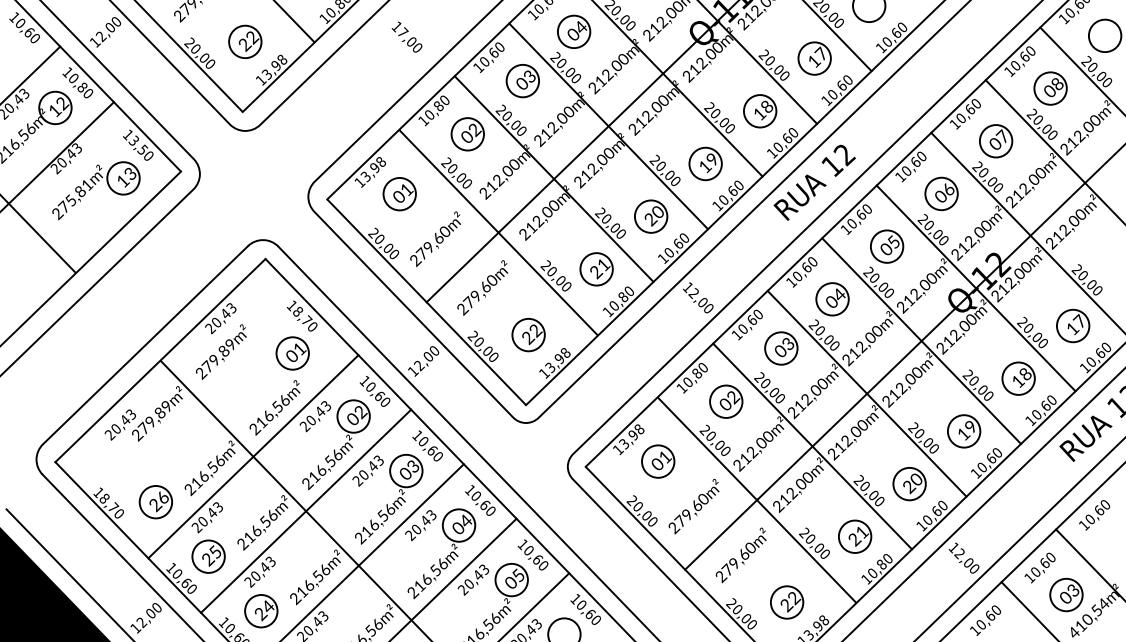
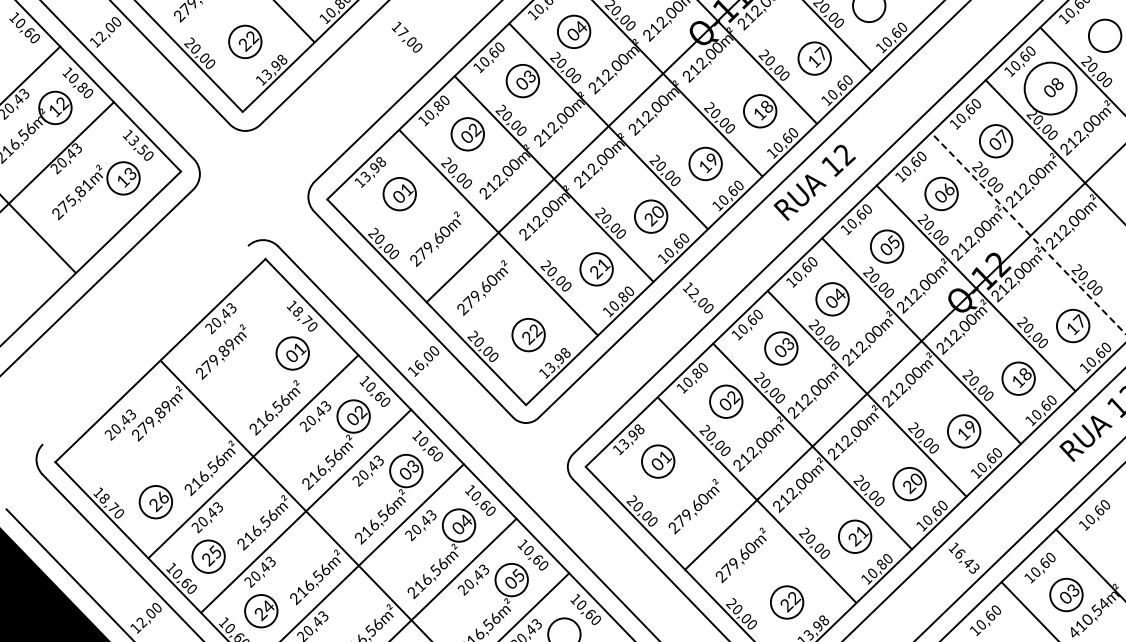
circle at (1050, 88) diameter: 32 px -> 52 px
line at (1028, 233): solid -> dashed
line at (145, 345): present -> none
text at (418, 365): 12,00 -> 16,00
text at (966, 560): 12,00 -> 16,43
